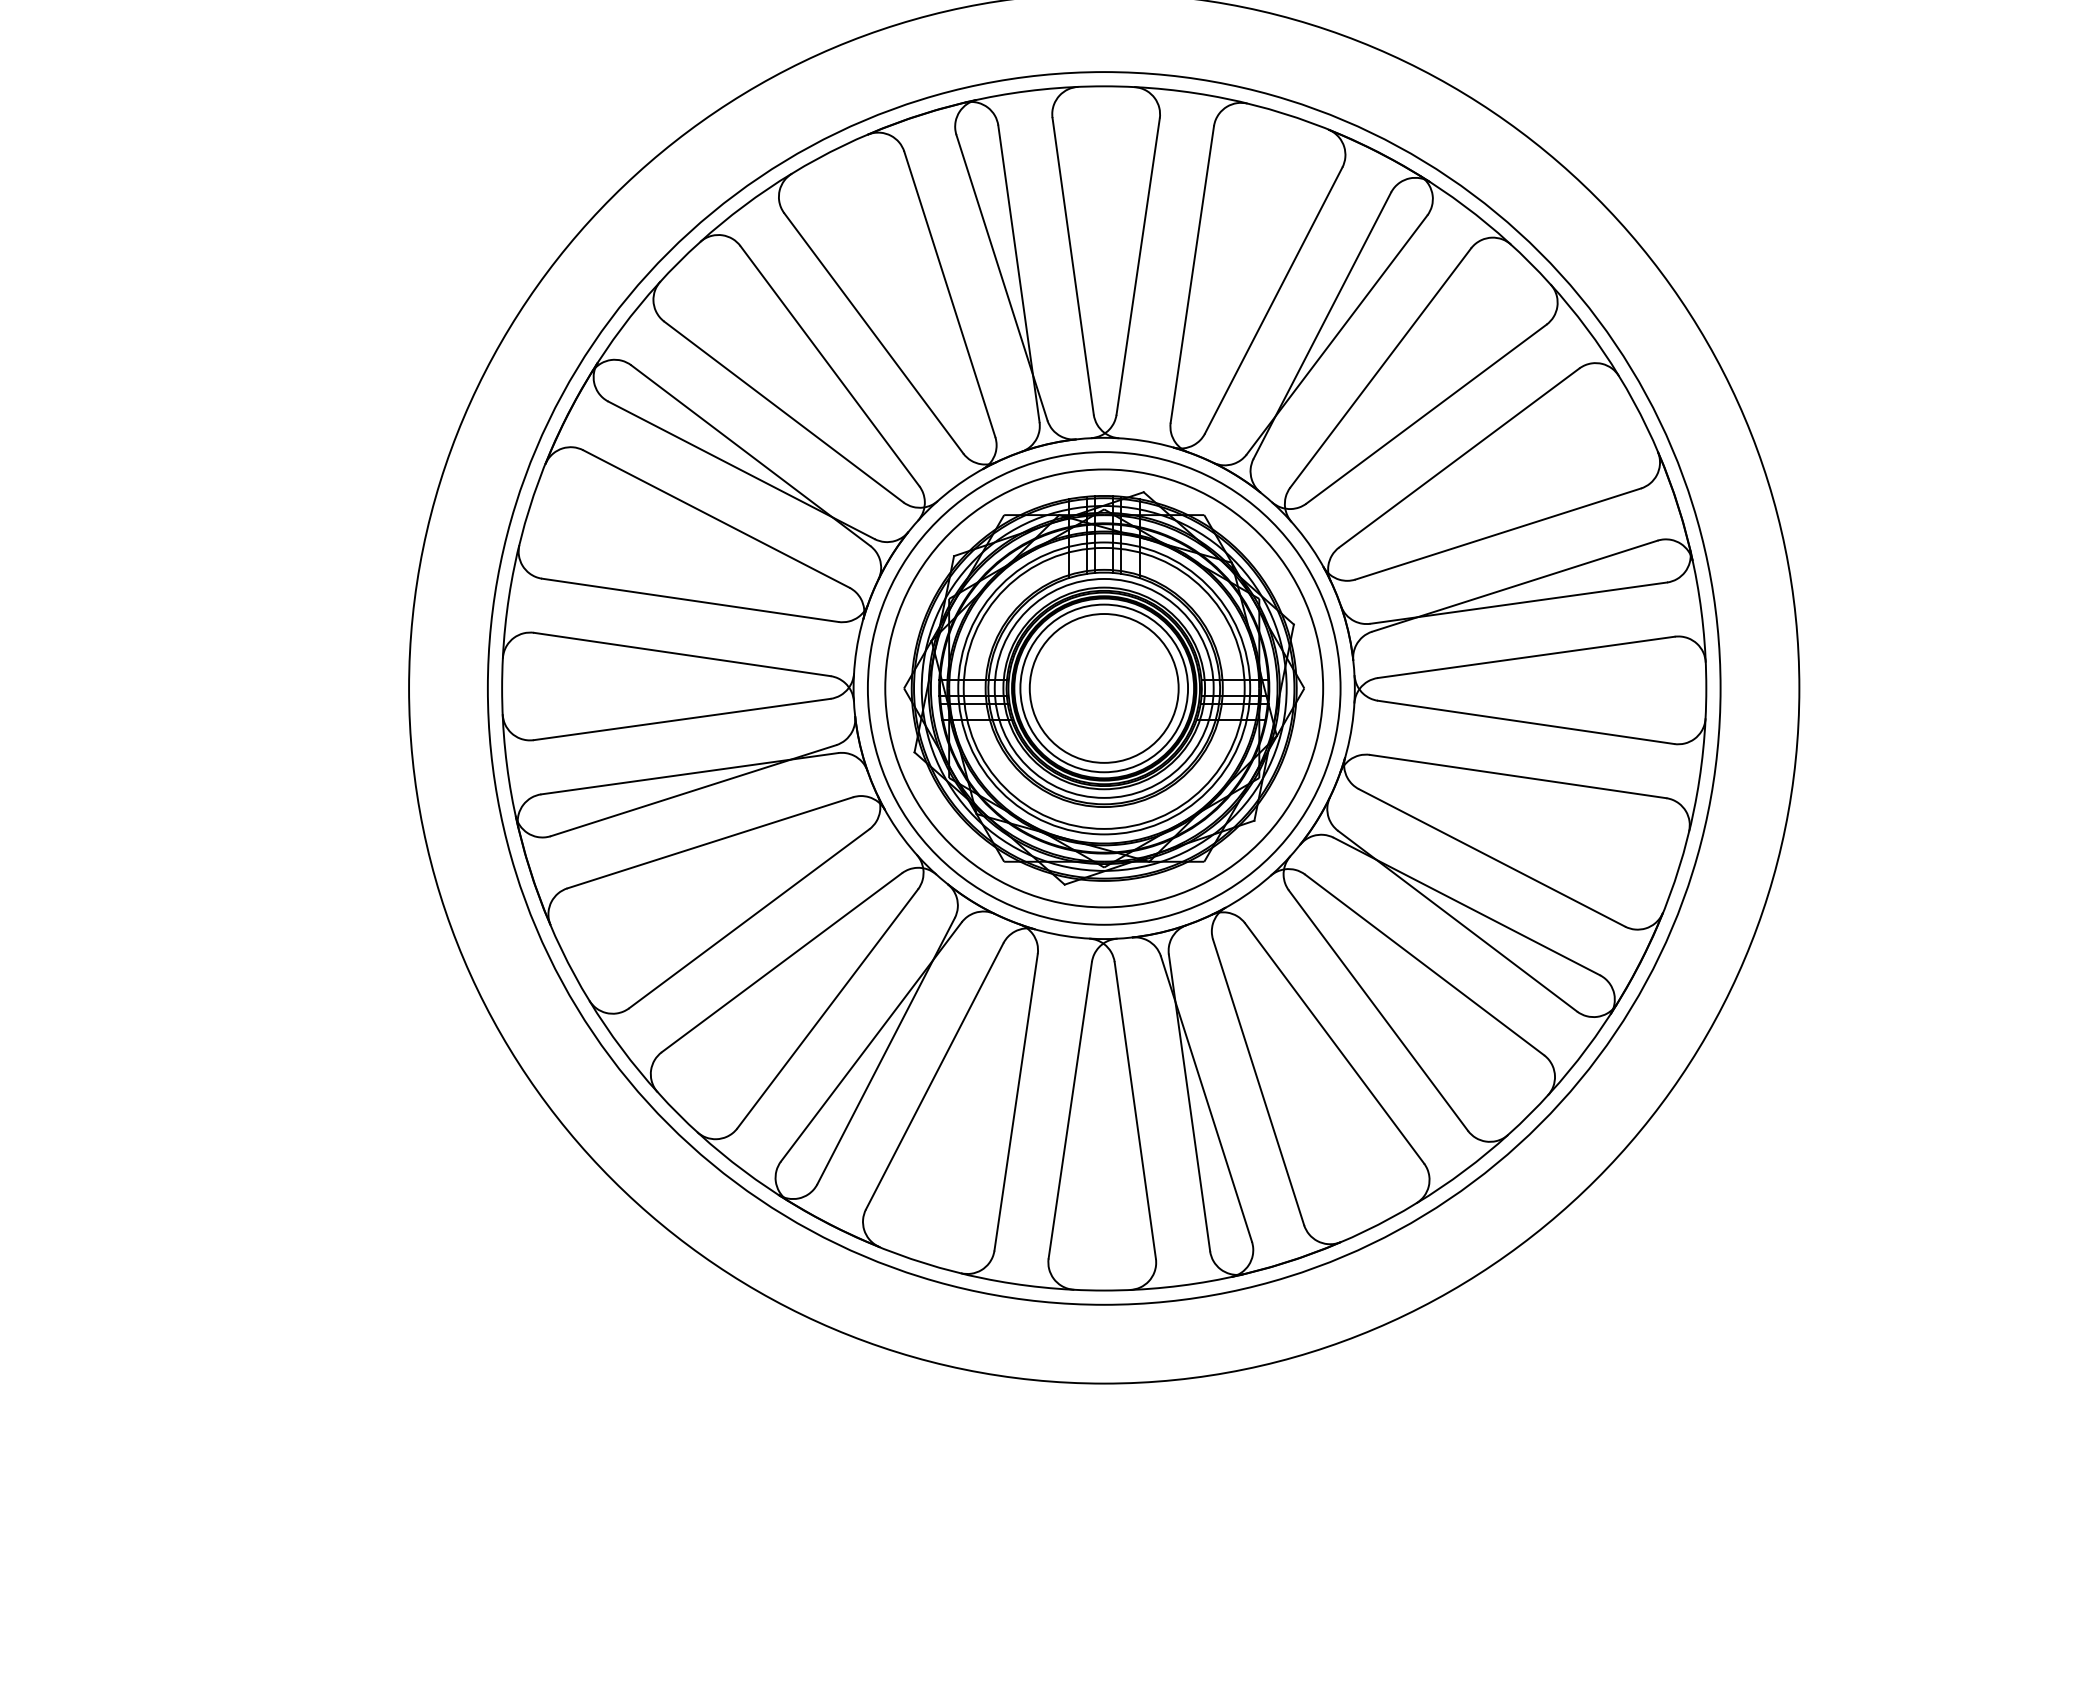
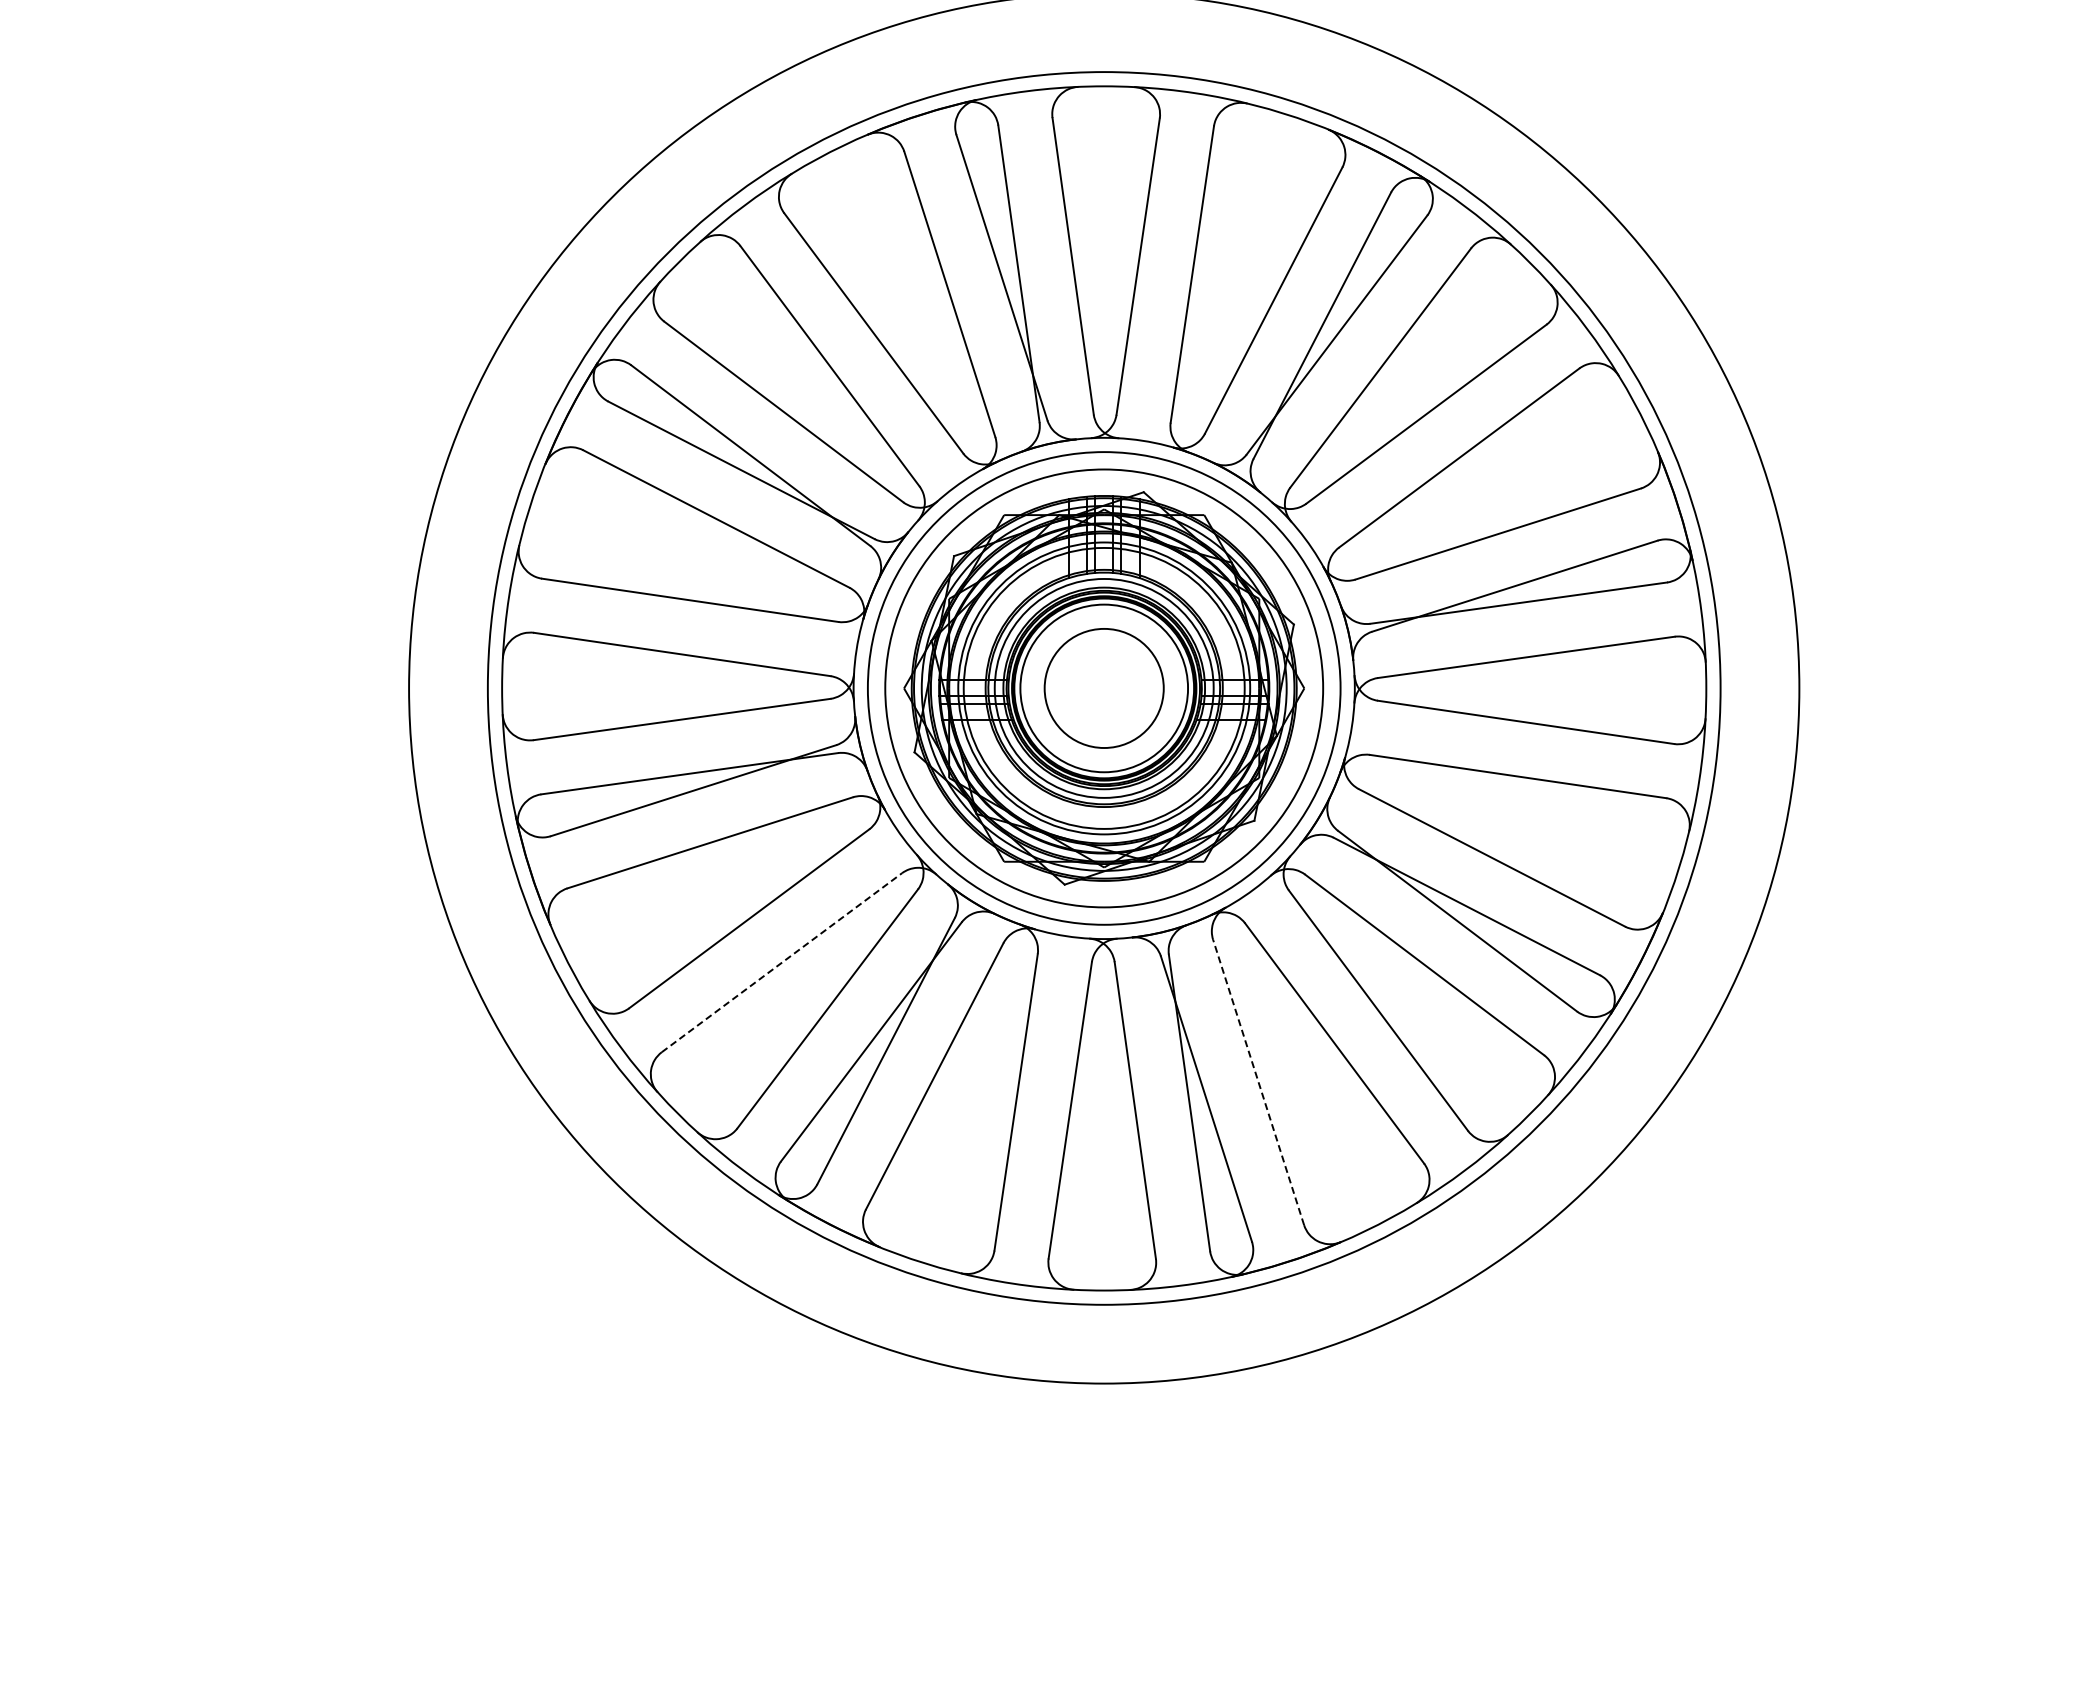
circle at (1103, 688) diameter: 149 px -> 119 px
line at (781, 962): solid -> dashed
line at (1258, 1082): solid -> dashed
